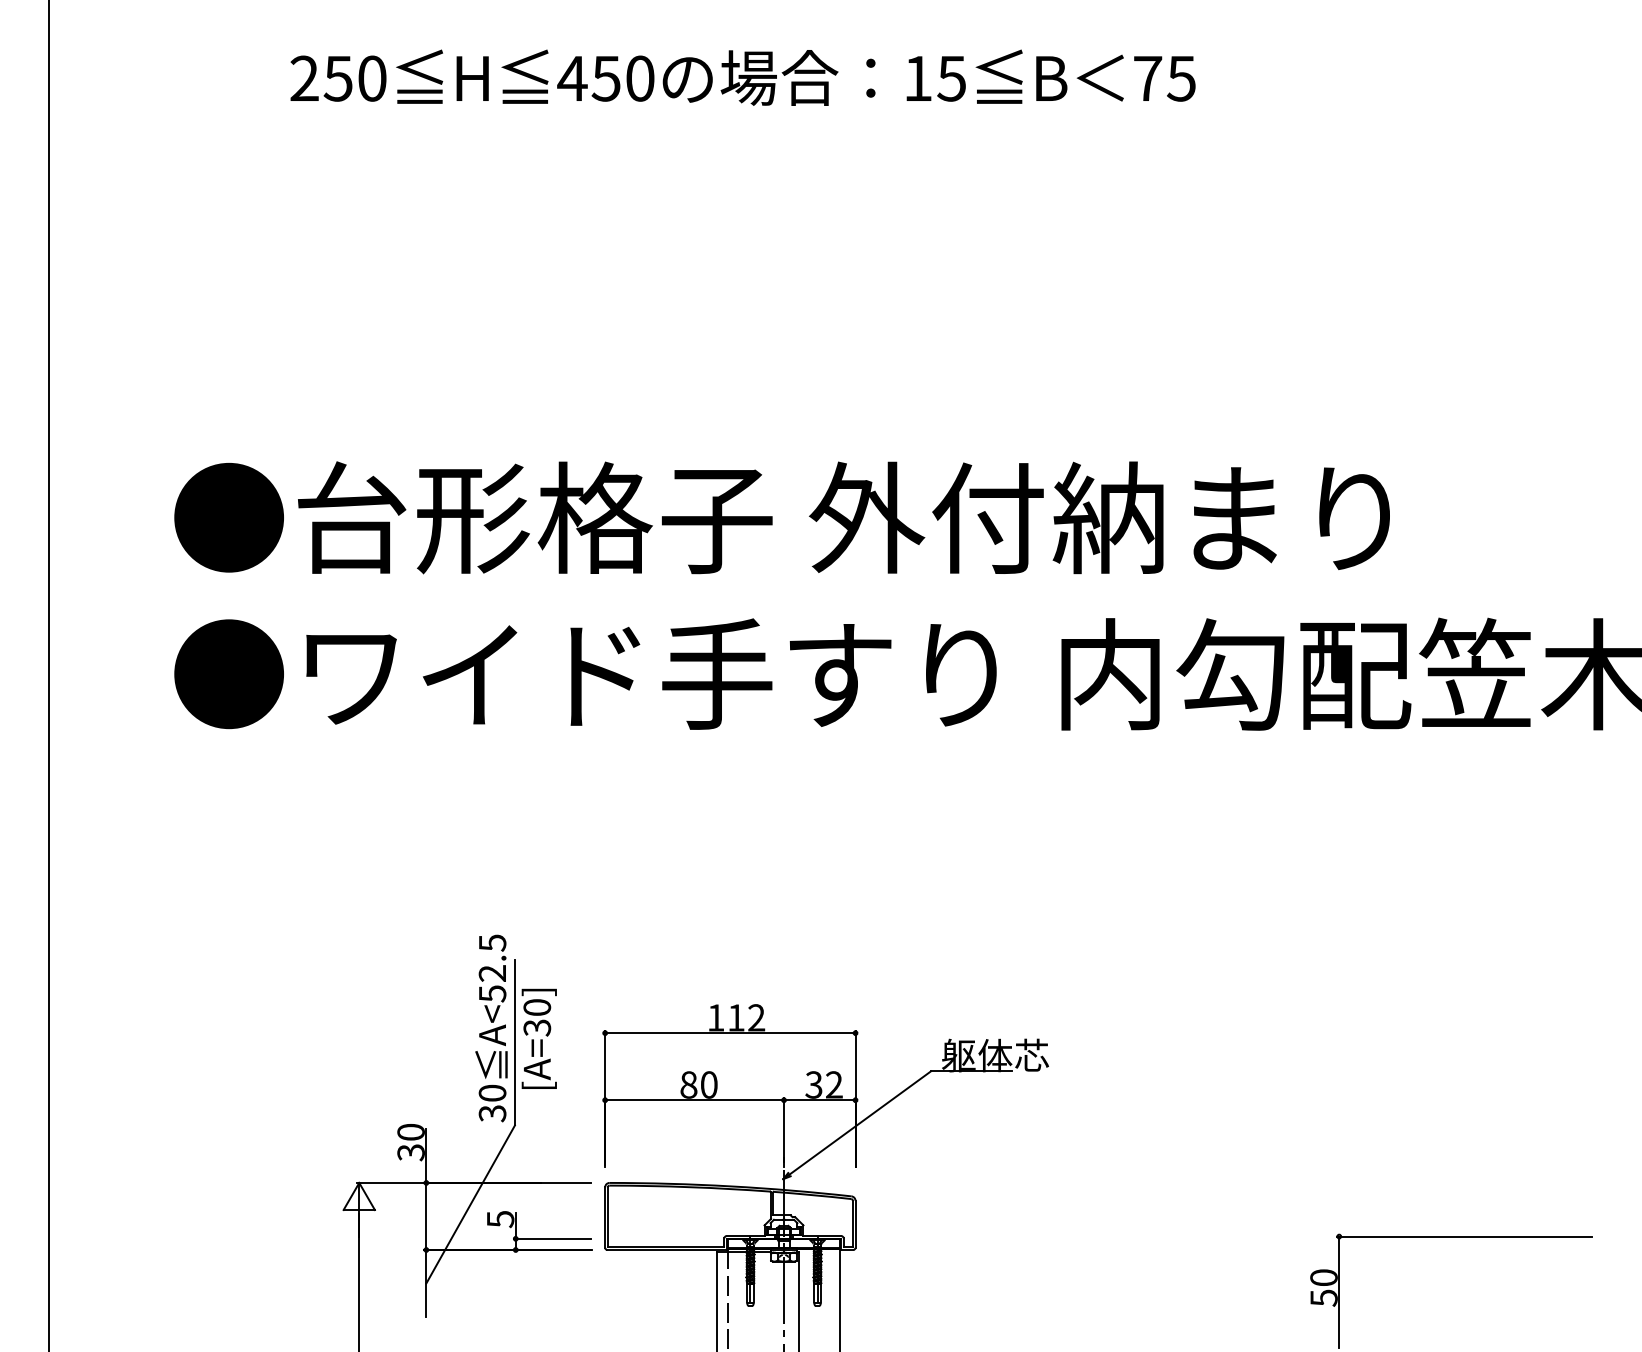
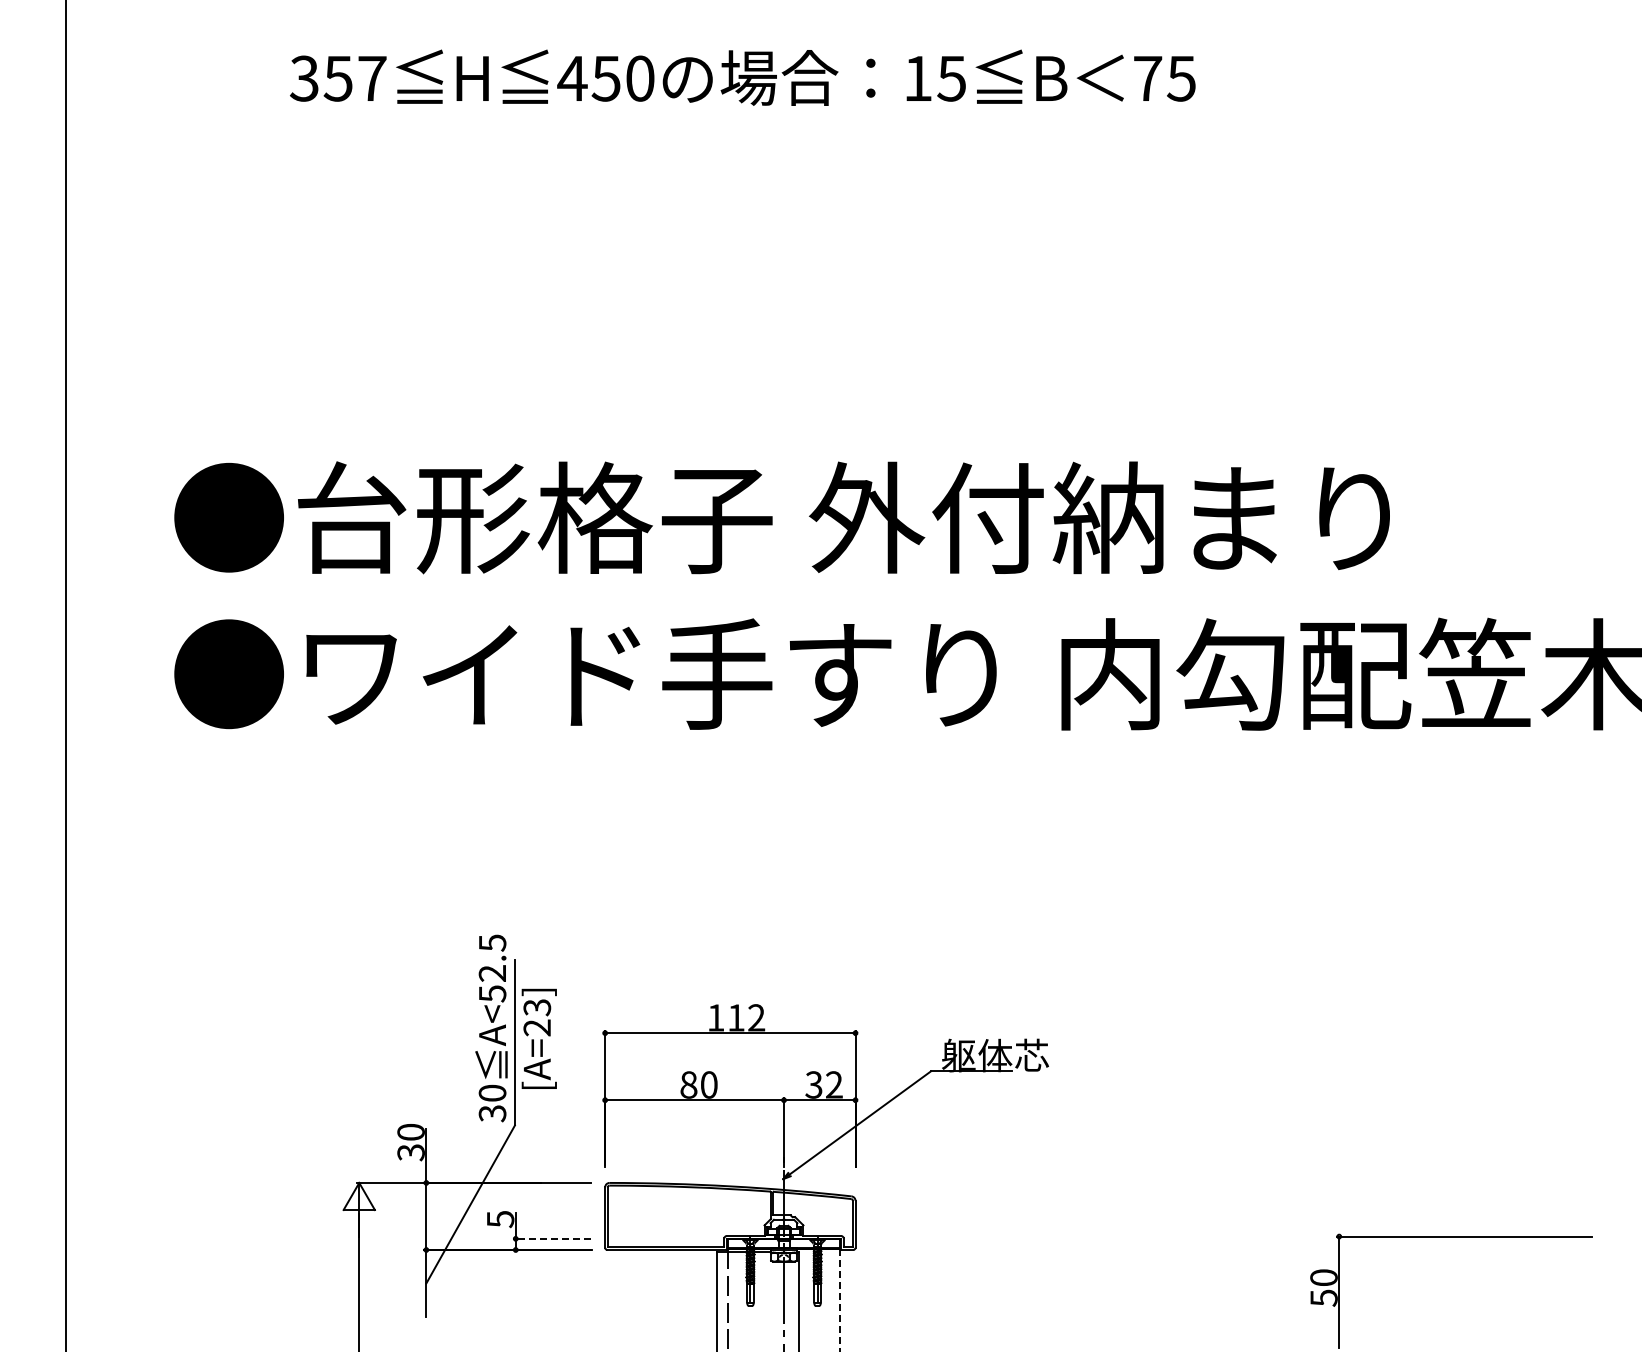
text at (338, 78): 250 -> 357
line at (49, 675) position: (49, 675) -> (66, 675)
text at (537, 1017): [A=30] -> [A=23]
line at (552, 1238): solid -> dashed
line at (839, 1300): solid -> dashed
